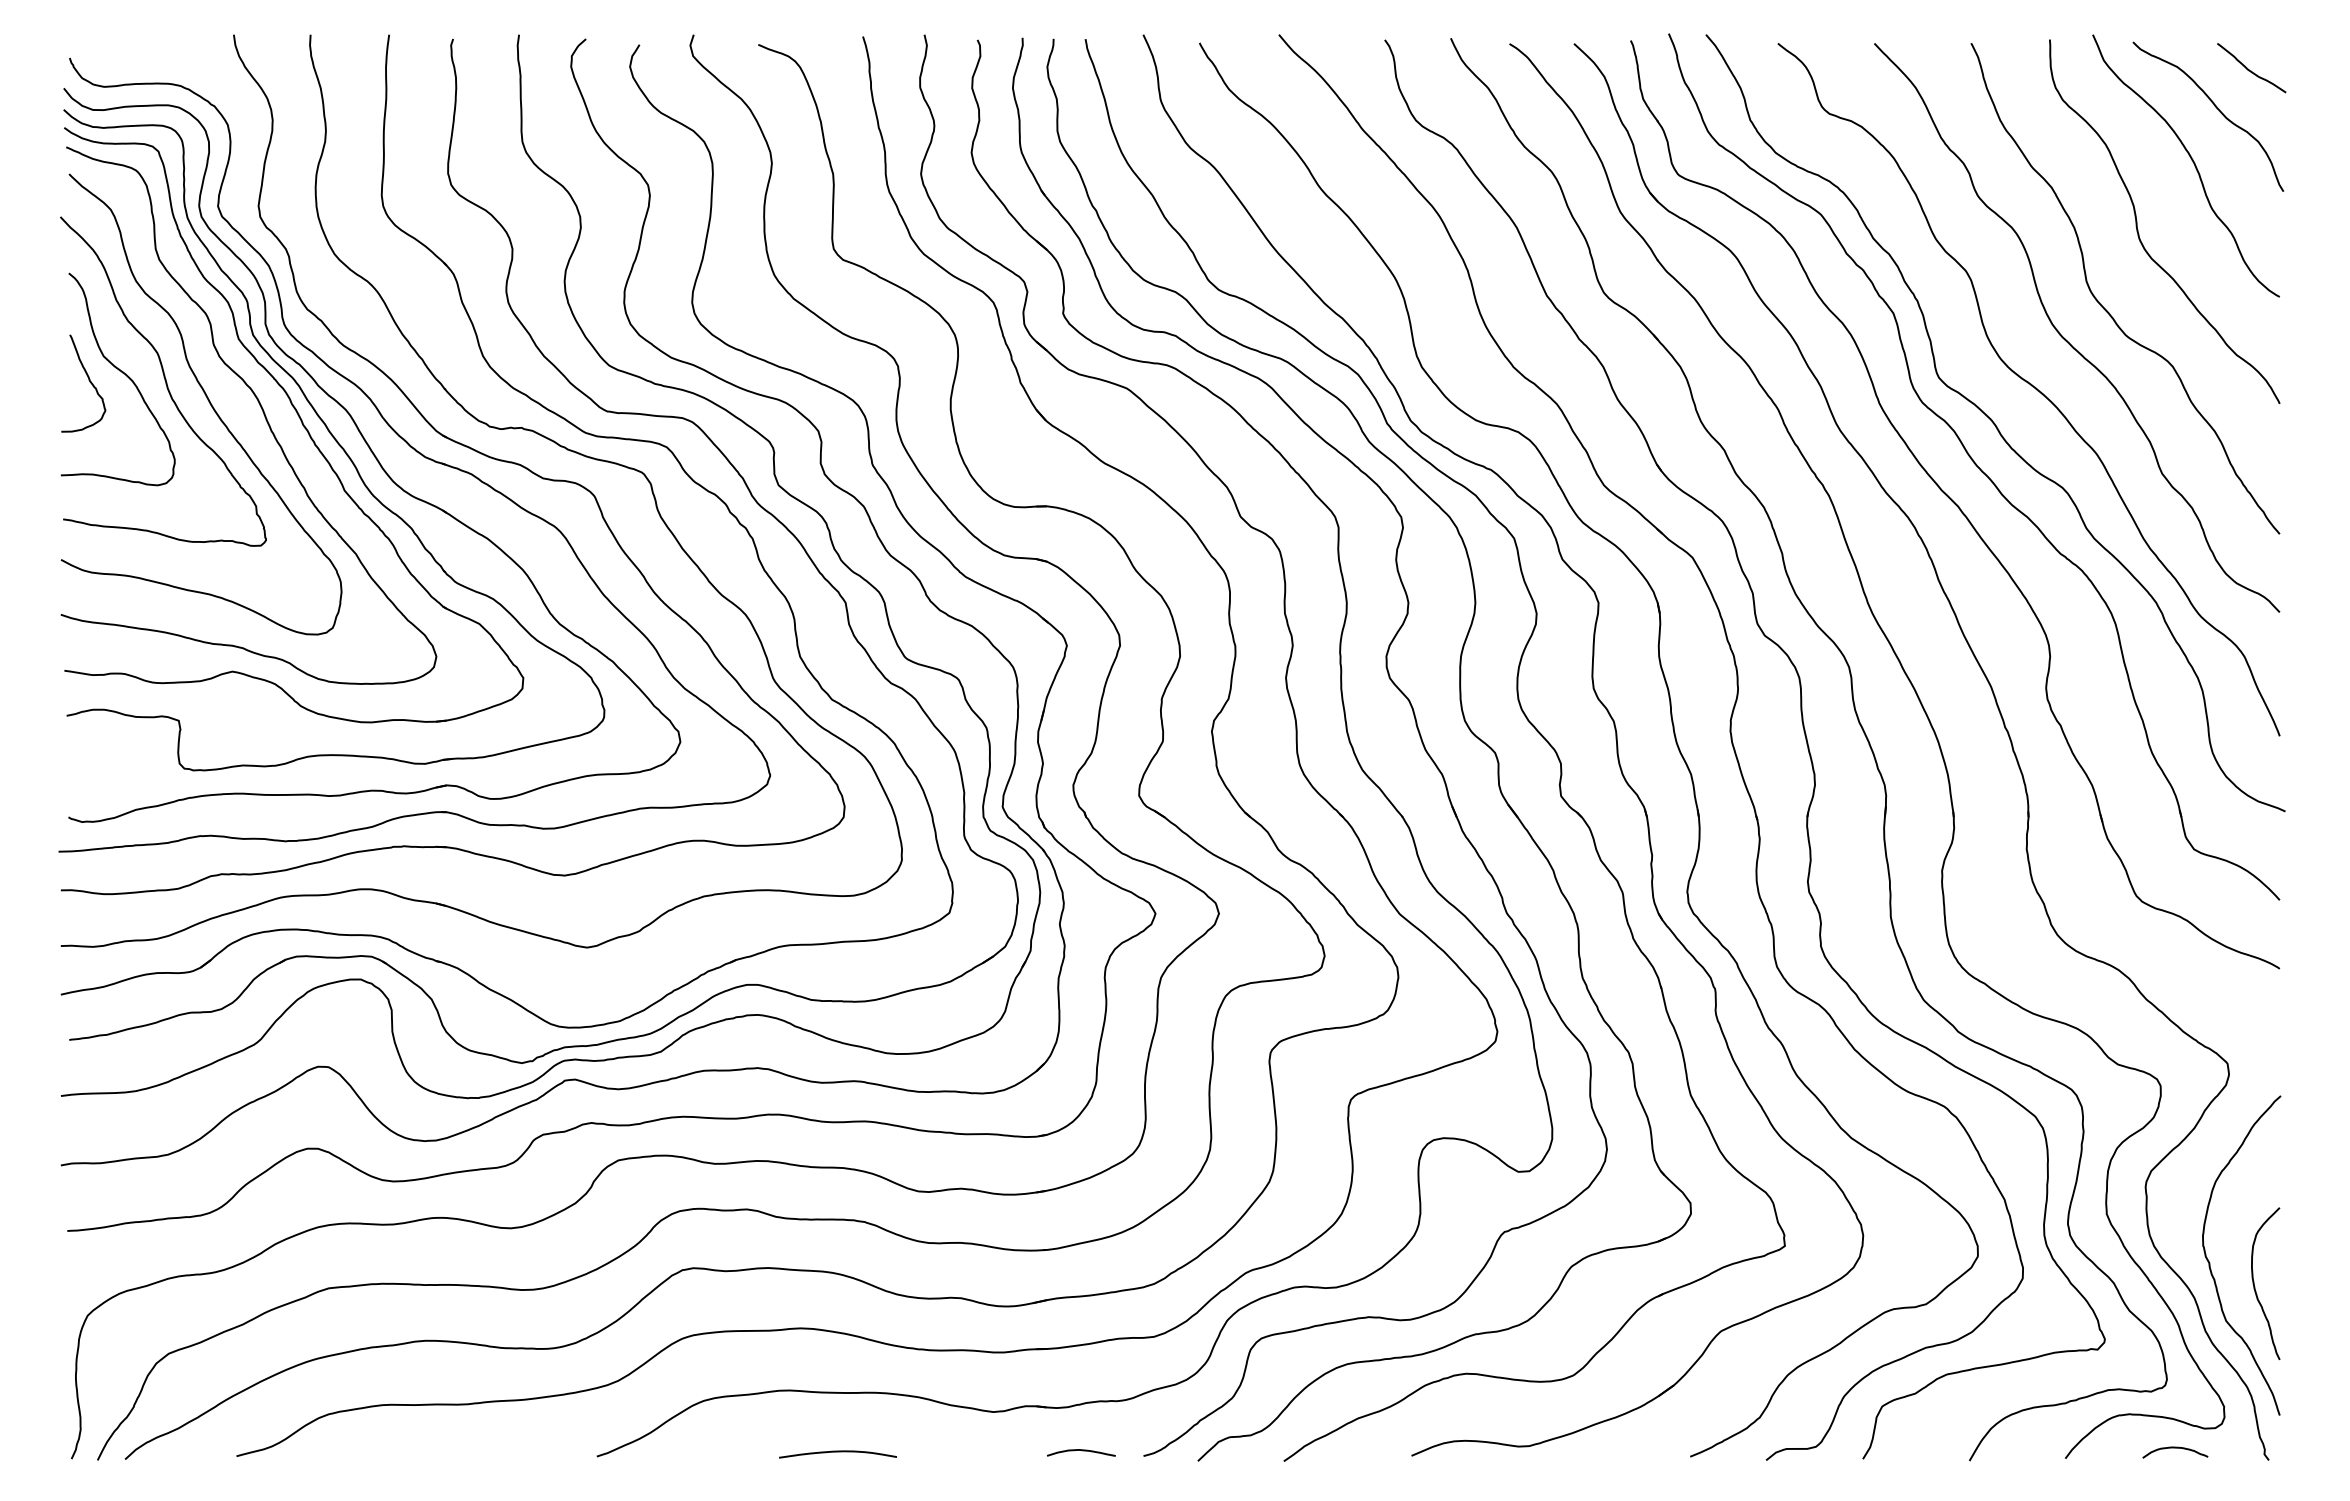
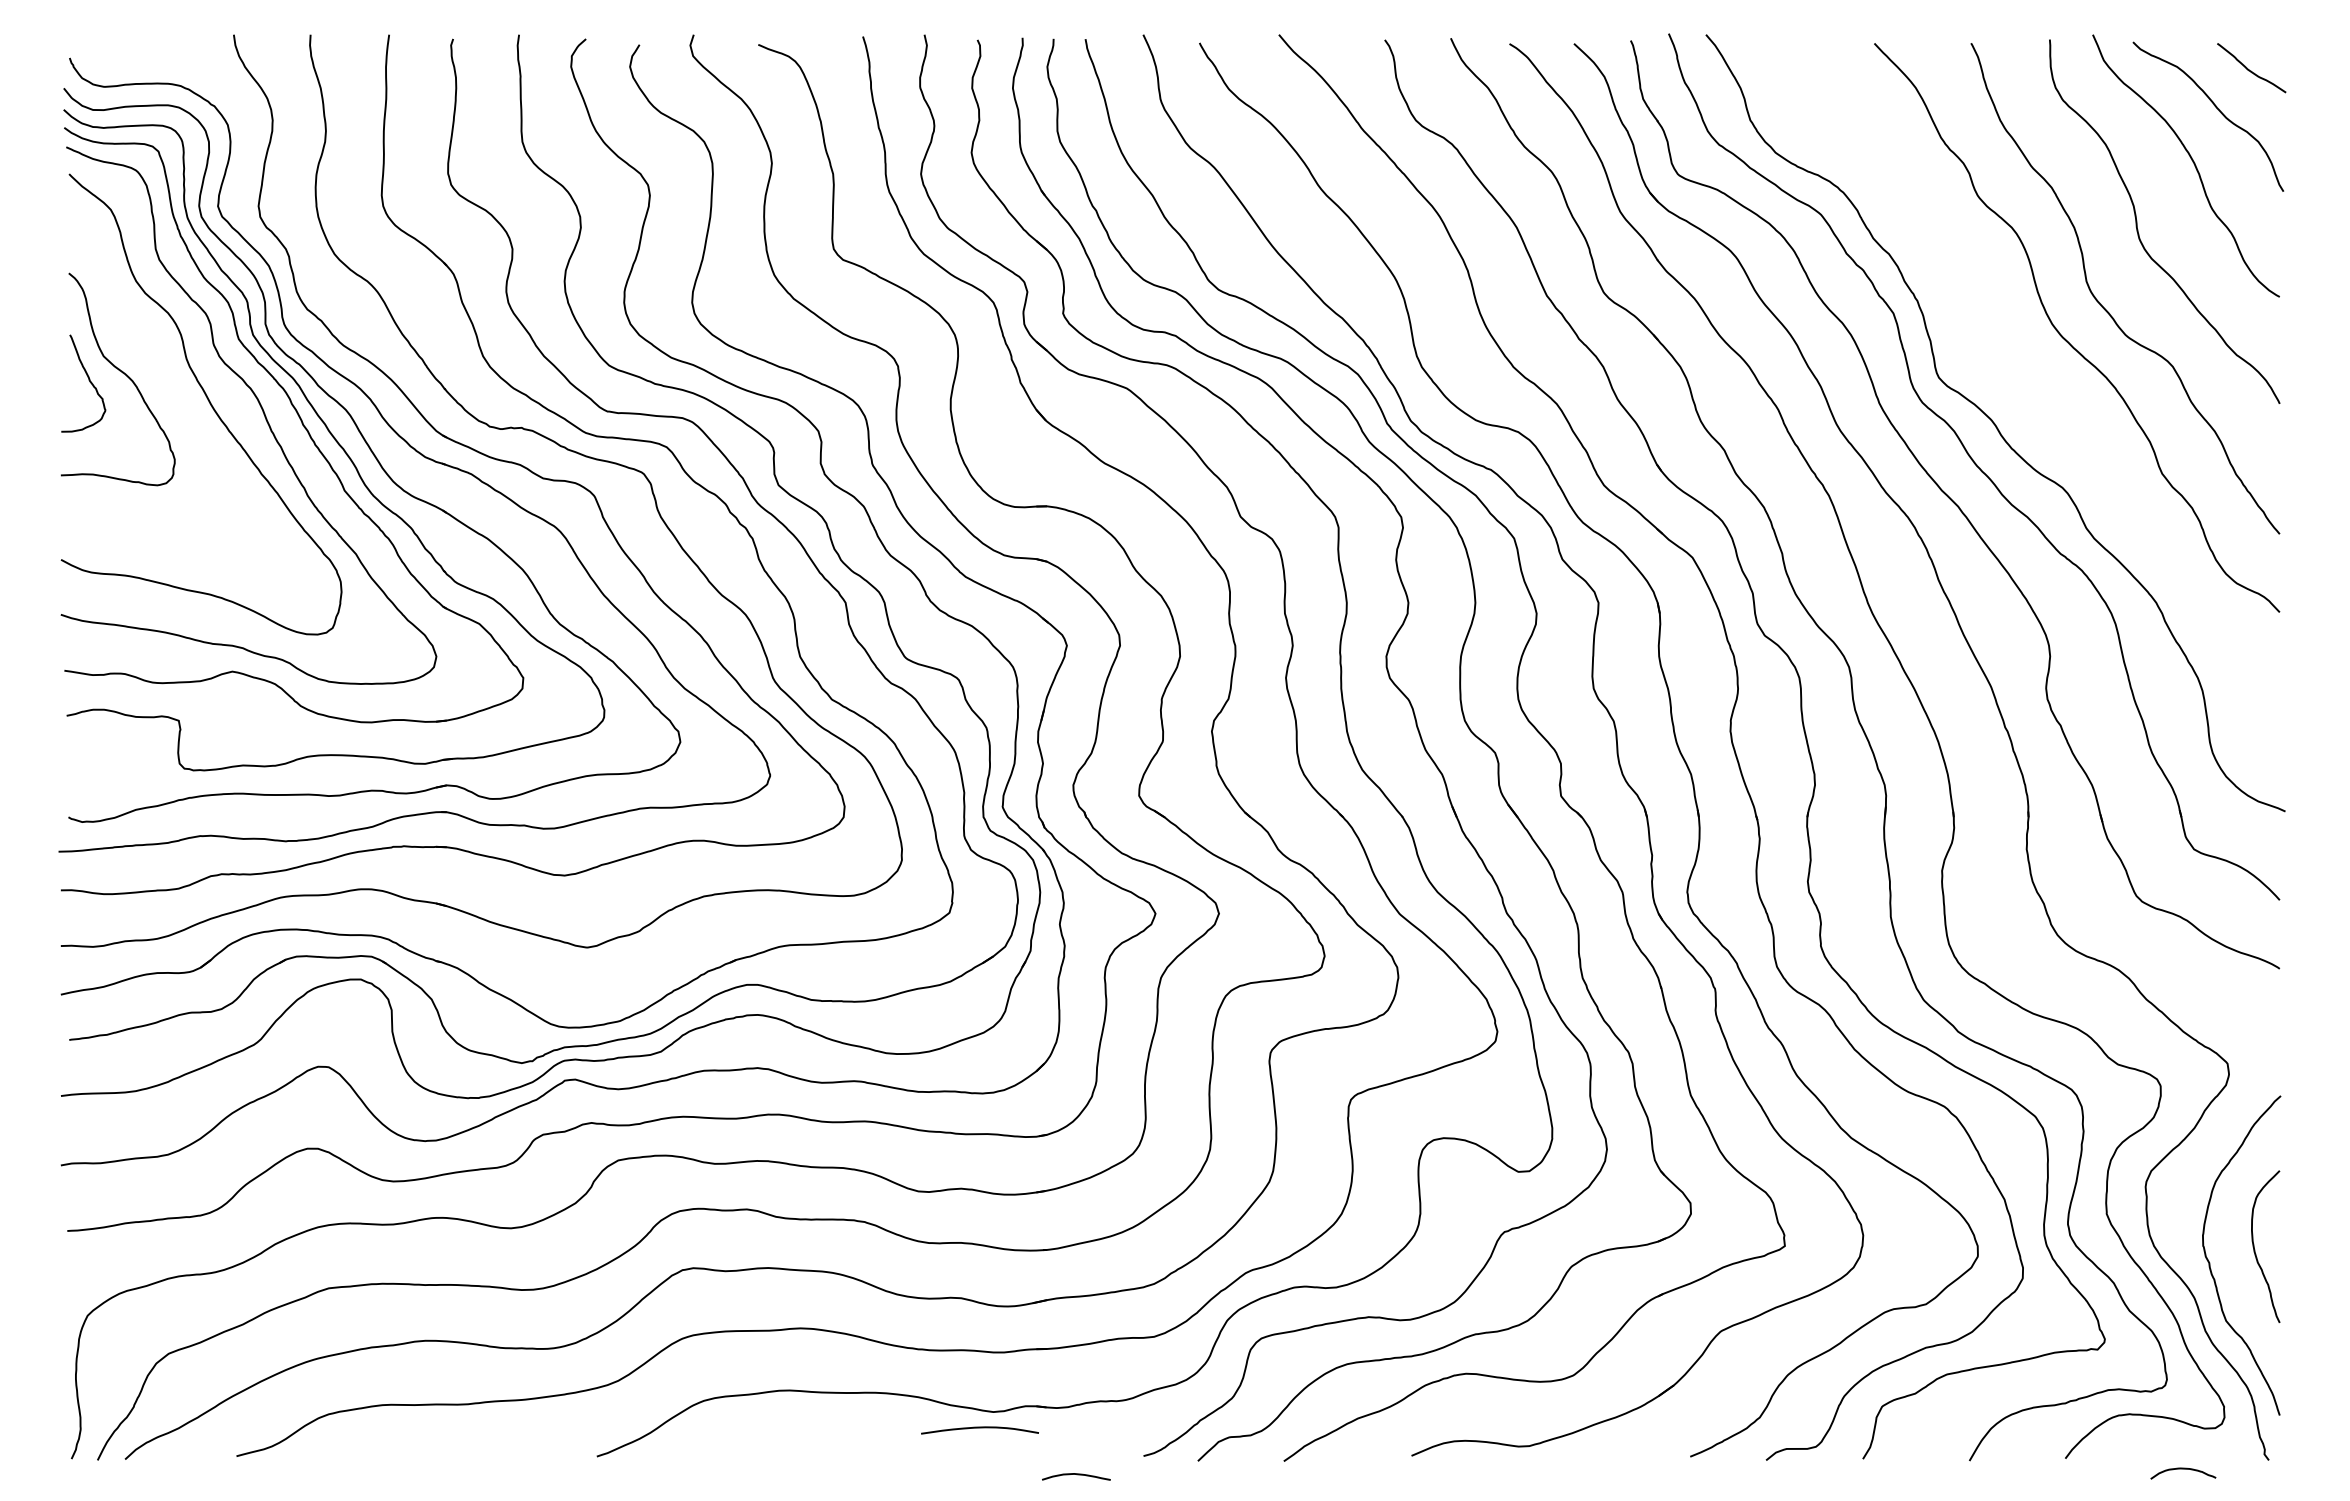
curve at (164, 380): present -> none
curve at (2031, 386): present -> none
curve at (2255, 1286) position: (2255, 1286) -> (2255, 1249)
curve at (2175, 1448) position: (2175, 1448) -> (2183, 1469)
curve at (1082, 1451) position: (1082, 1451) -> (1077, 1475)
curve at (837, 1452) position: (837, 1452) -> (979, 1428)
